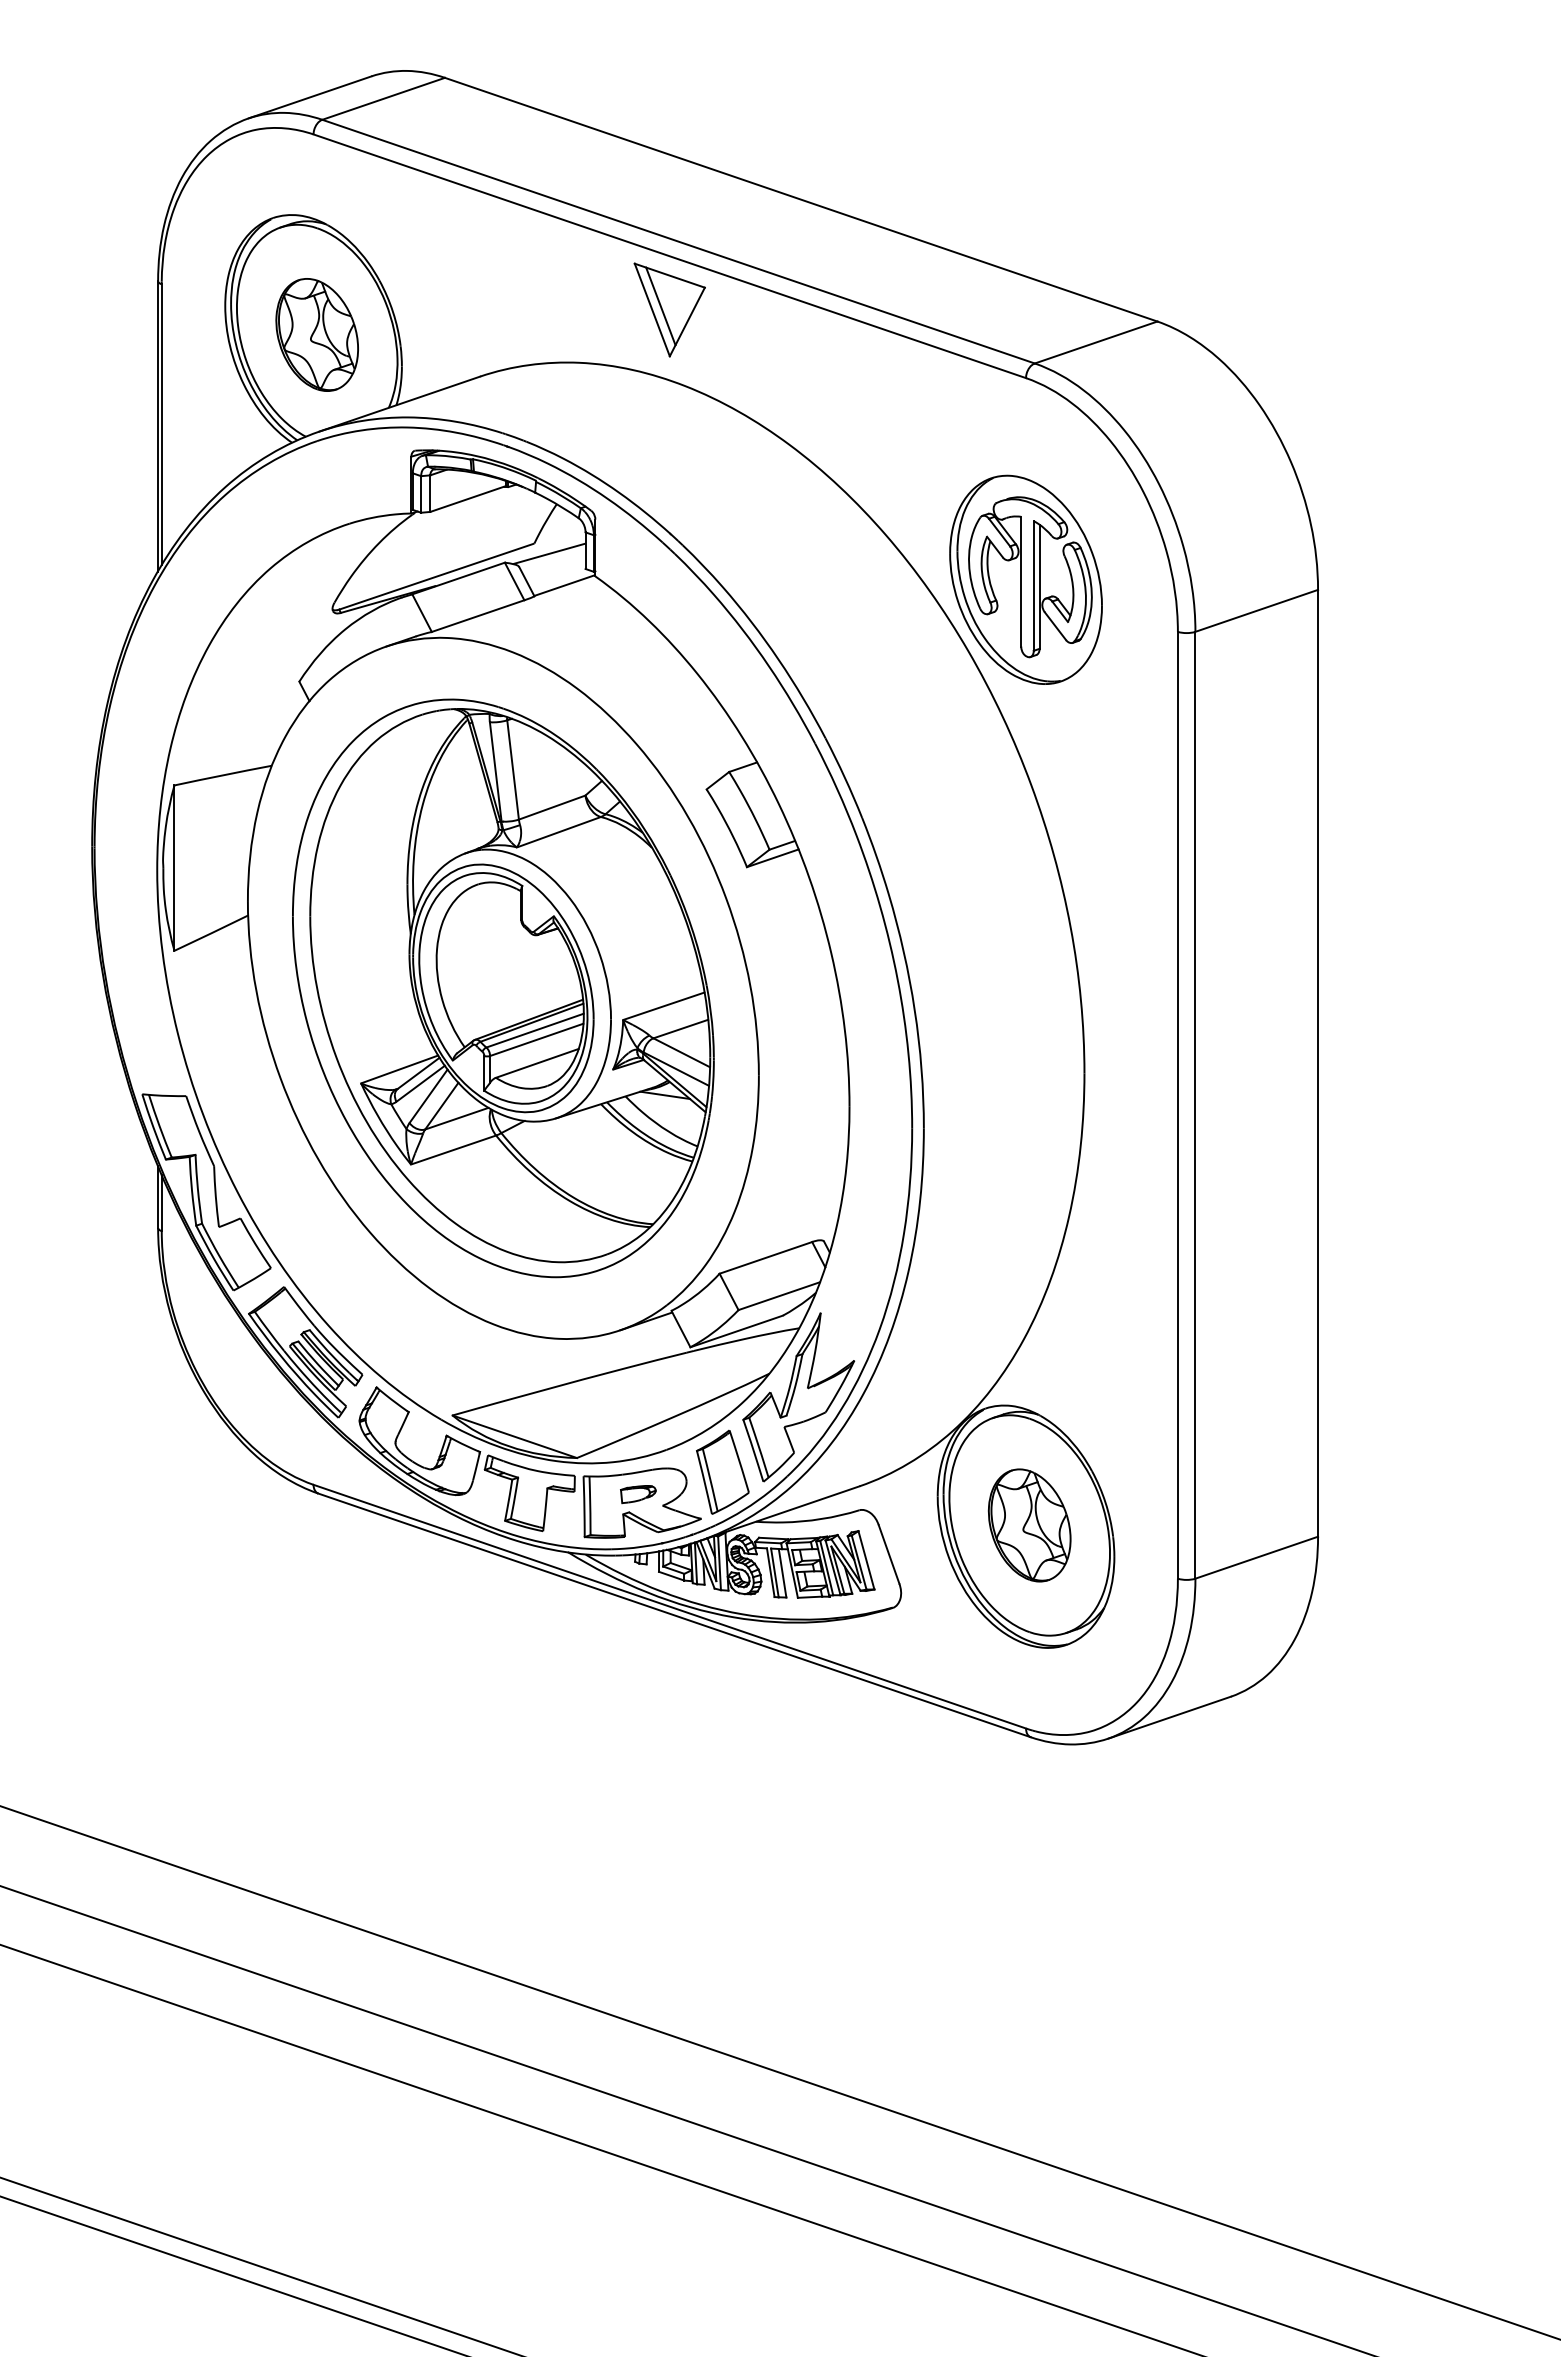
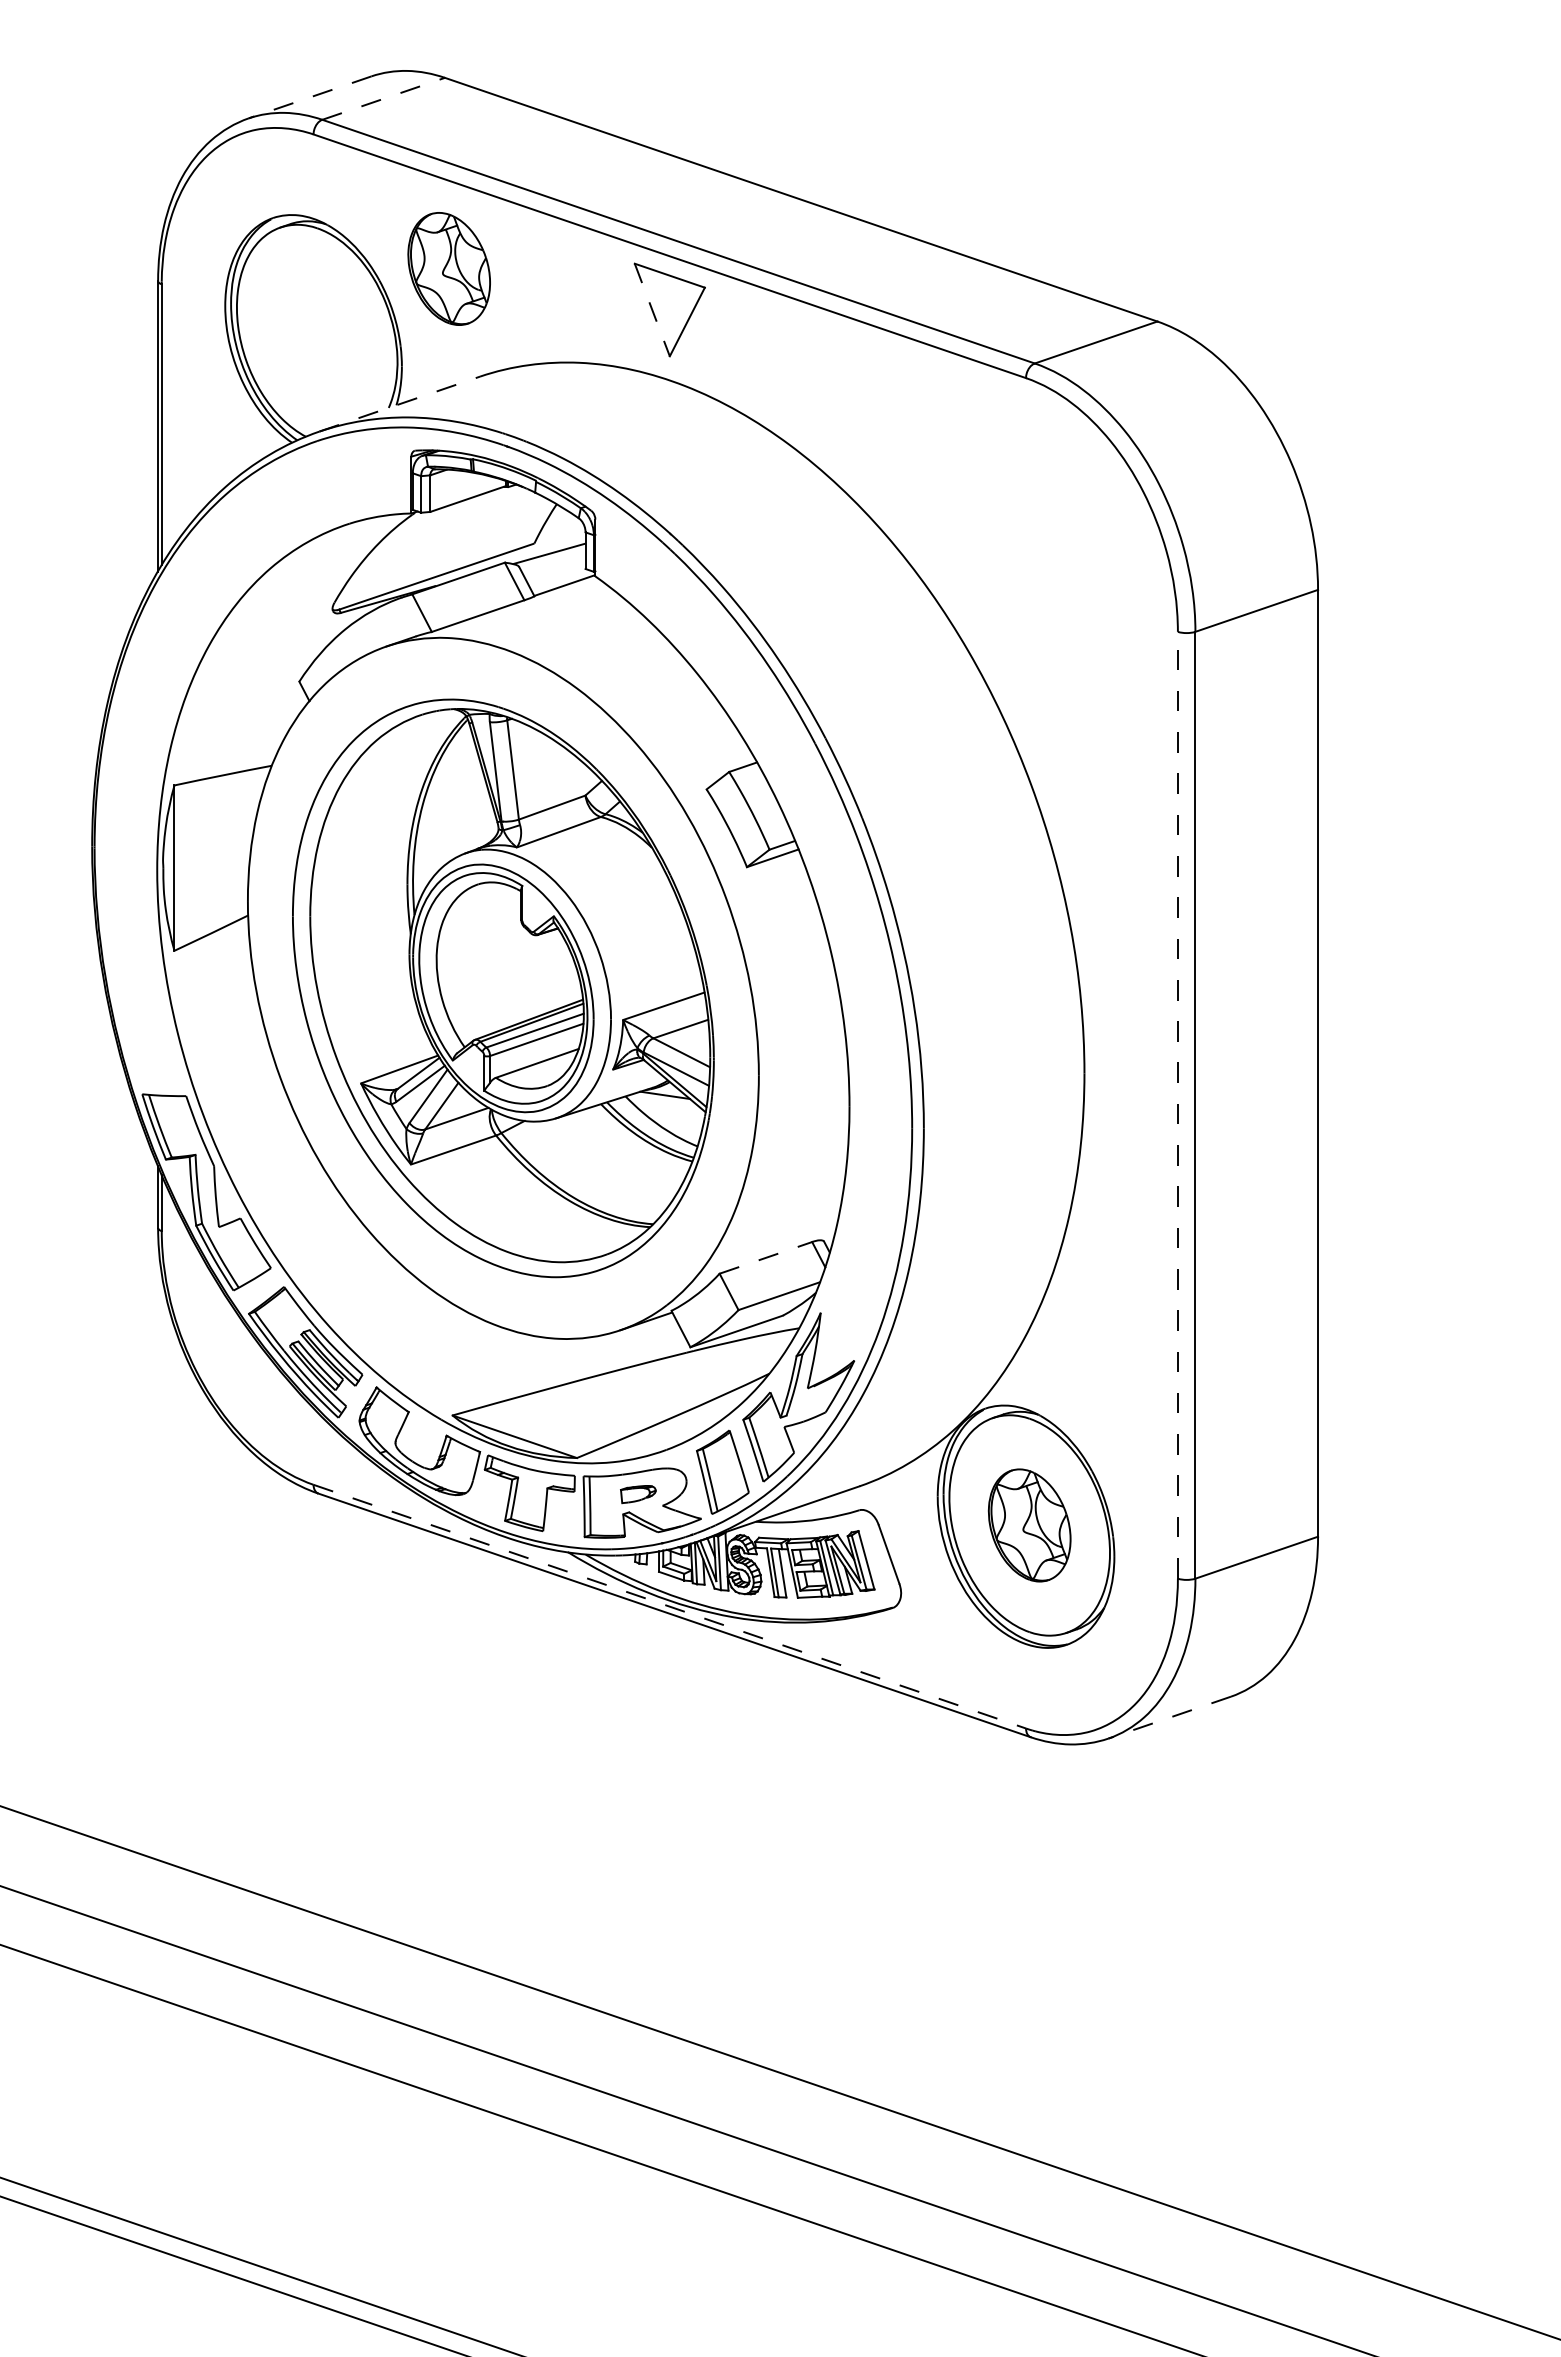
line at (310, 97): solid -> dashed
line at (383, 98): solid -> dashed
line at (660, 306): present -> none
line at (652, 310): solid -> dashed
part at (316, 334) position: (316, 334) -> (448, 268)
line at (399, 404): solid -> dashed
part at (1025, 579): present -> none
line at (1177, 1104): solid -> dashed
line at (765, 1257): solid -> dashed
line at (670, 1606): solid -> dashed
line at (1169, 1717): solid -> dashed
